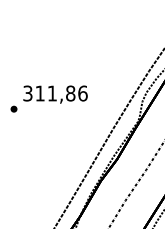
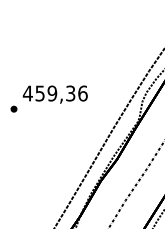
text at (48, 93): 311,86 -> 459,36
